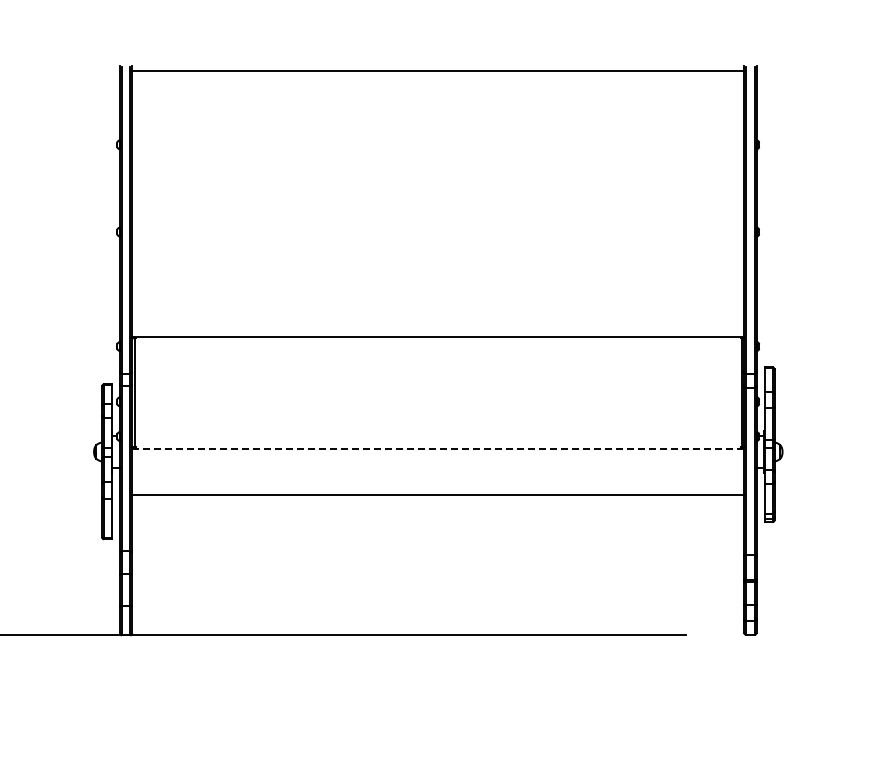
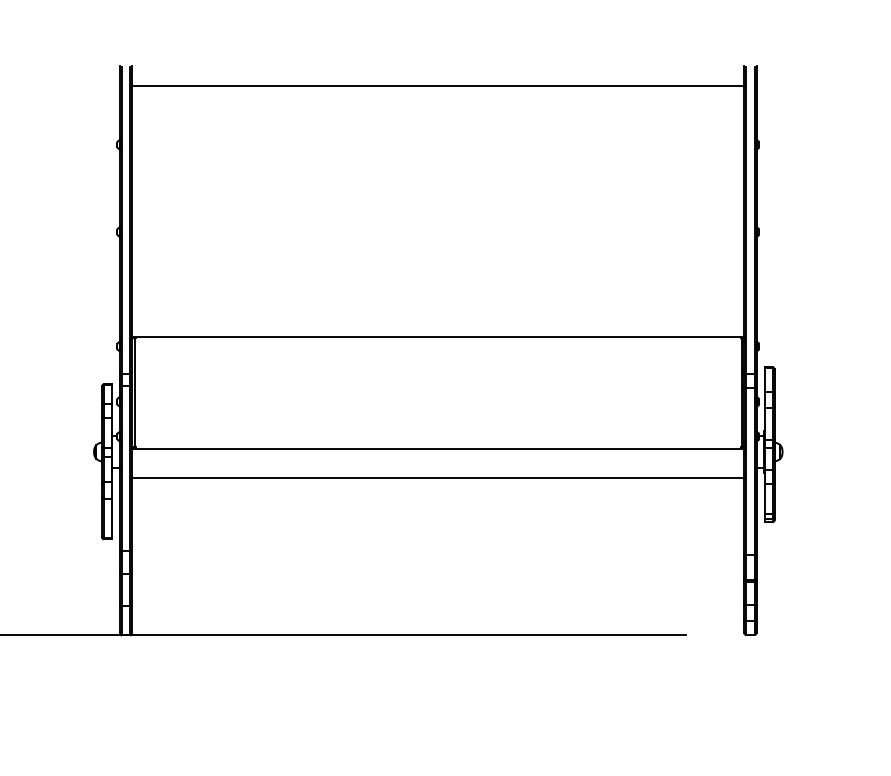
line at (438, 70) position: (438, 70) -> (438, 85)
line at (438, 448): dashed -> solid
line at (438, 494) position: (438, 494) -> (438, 477)
